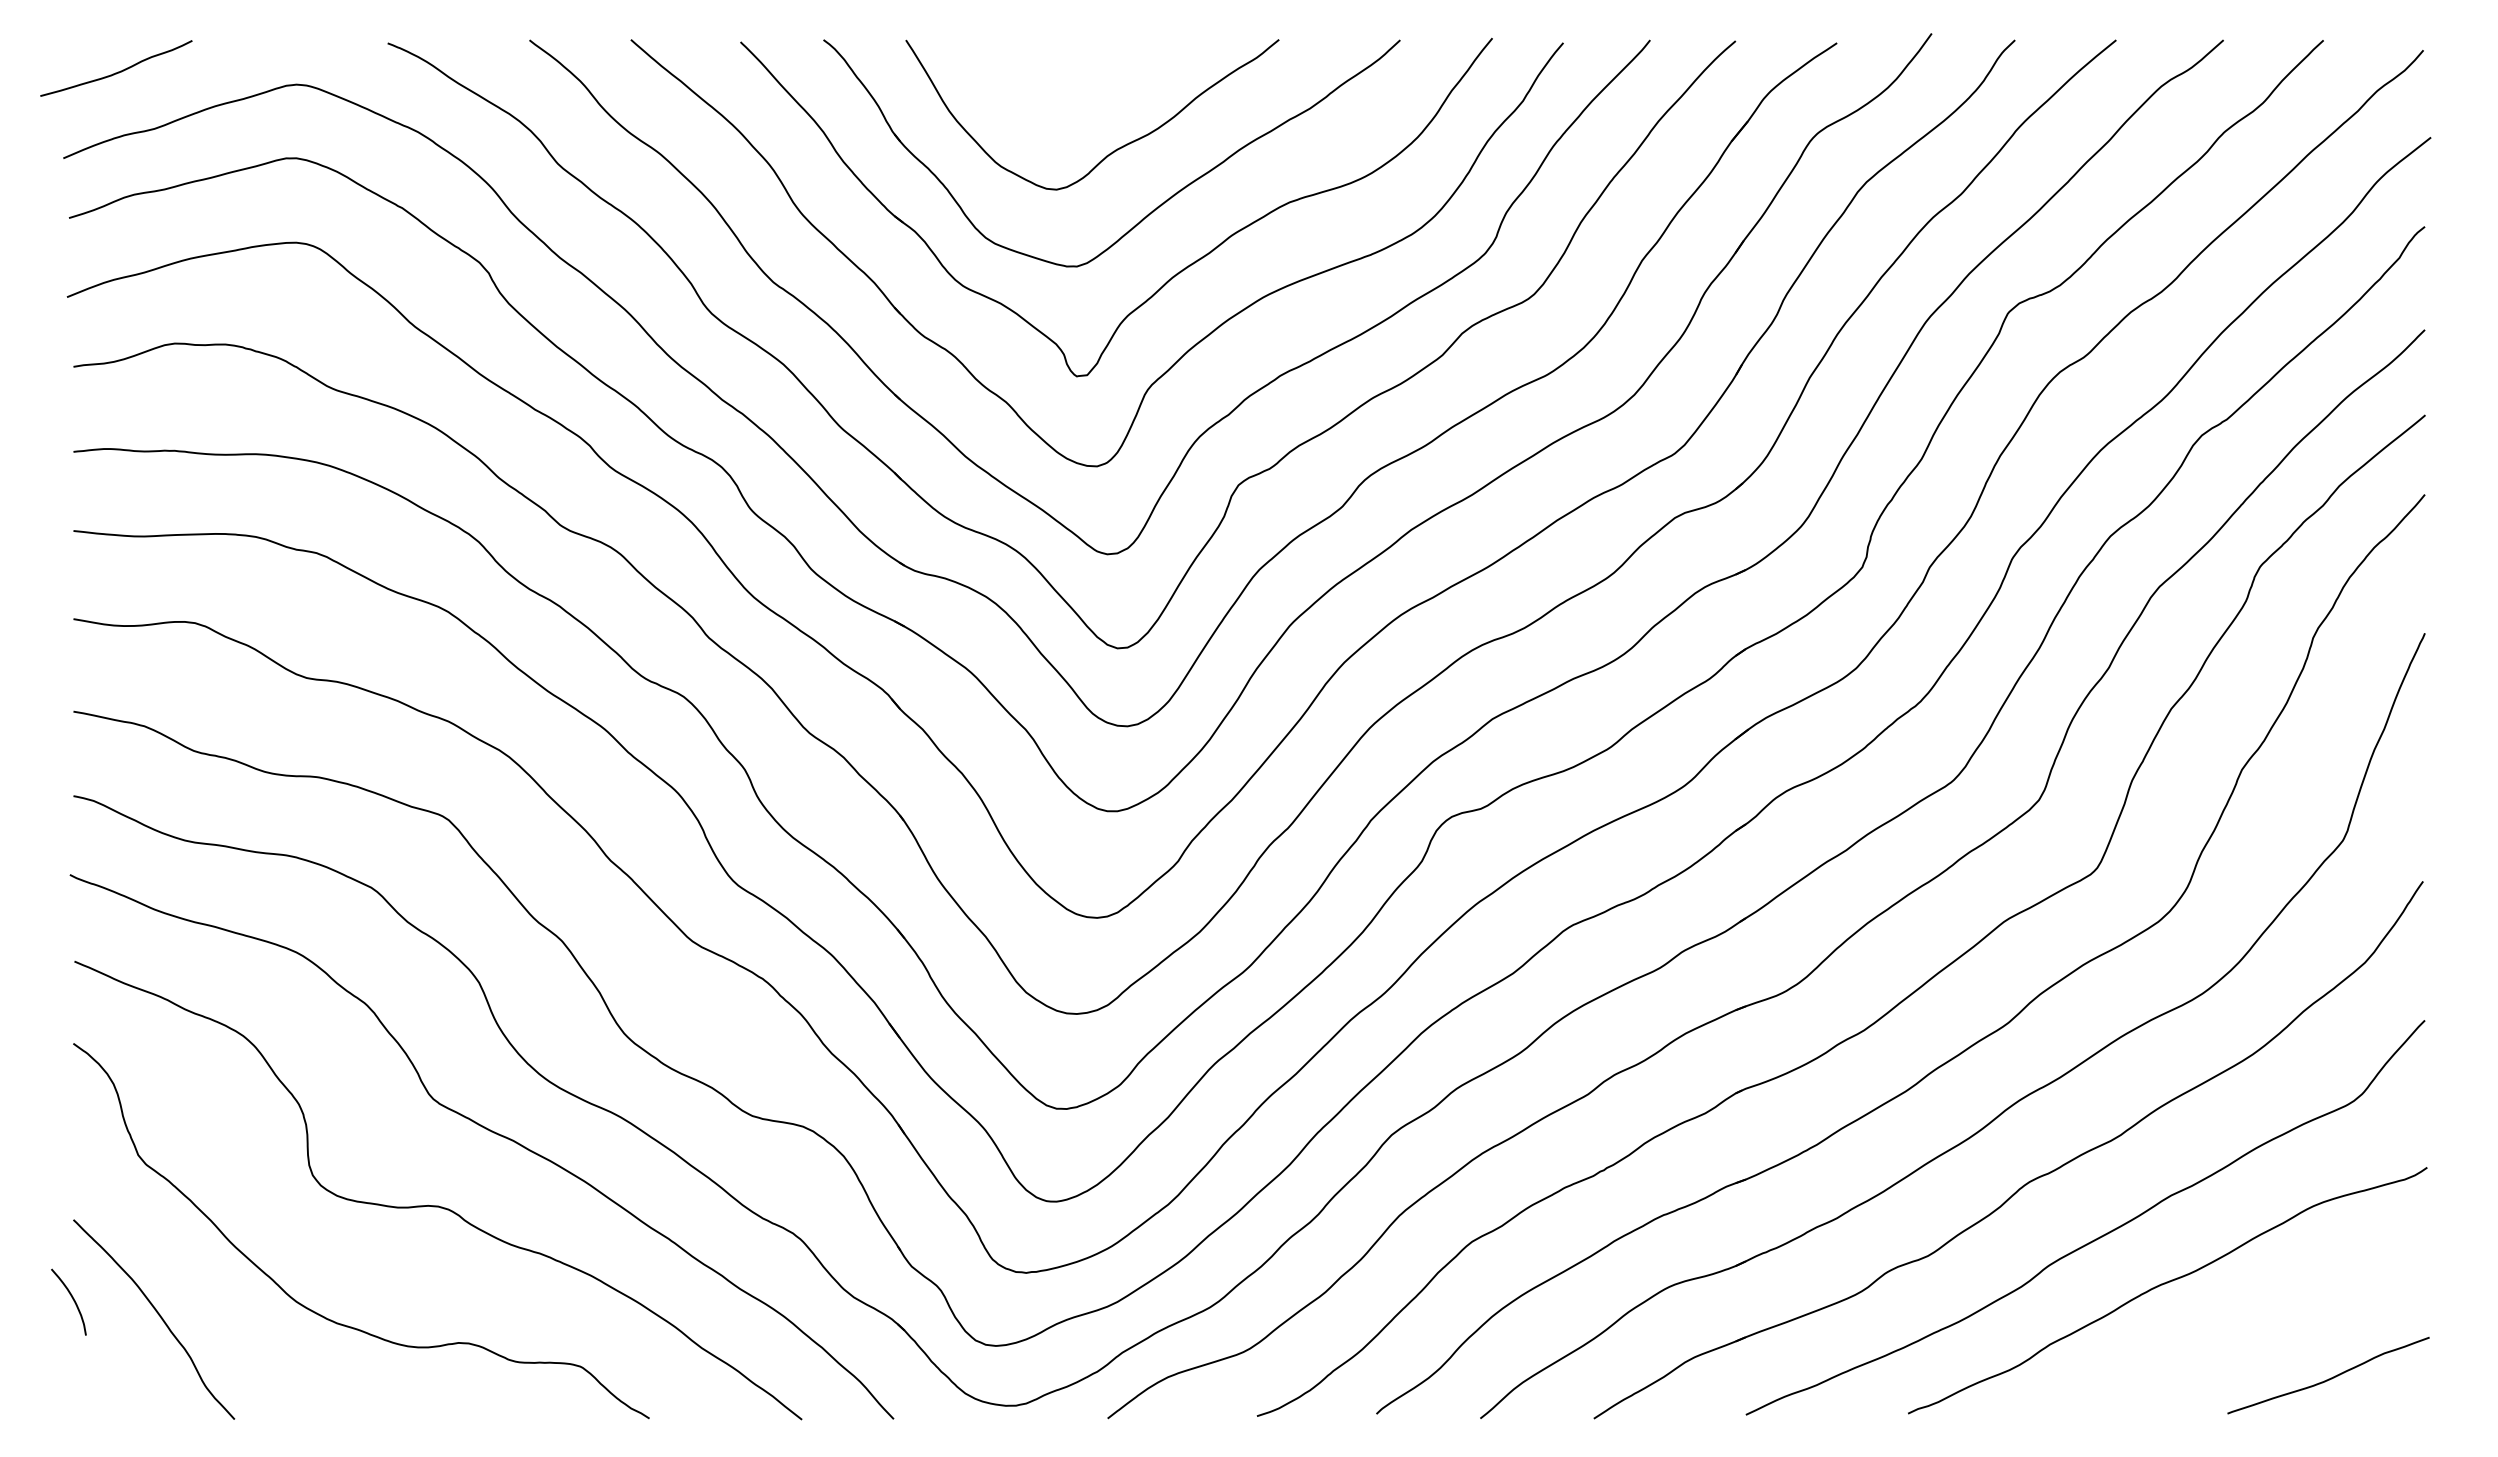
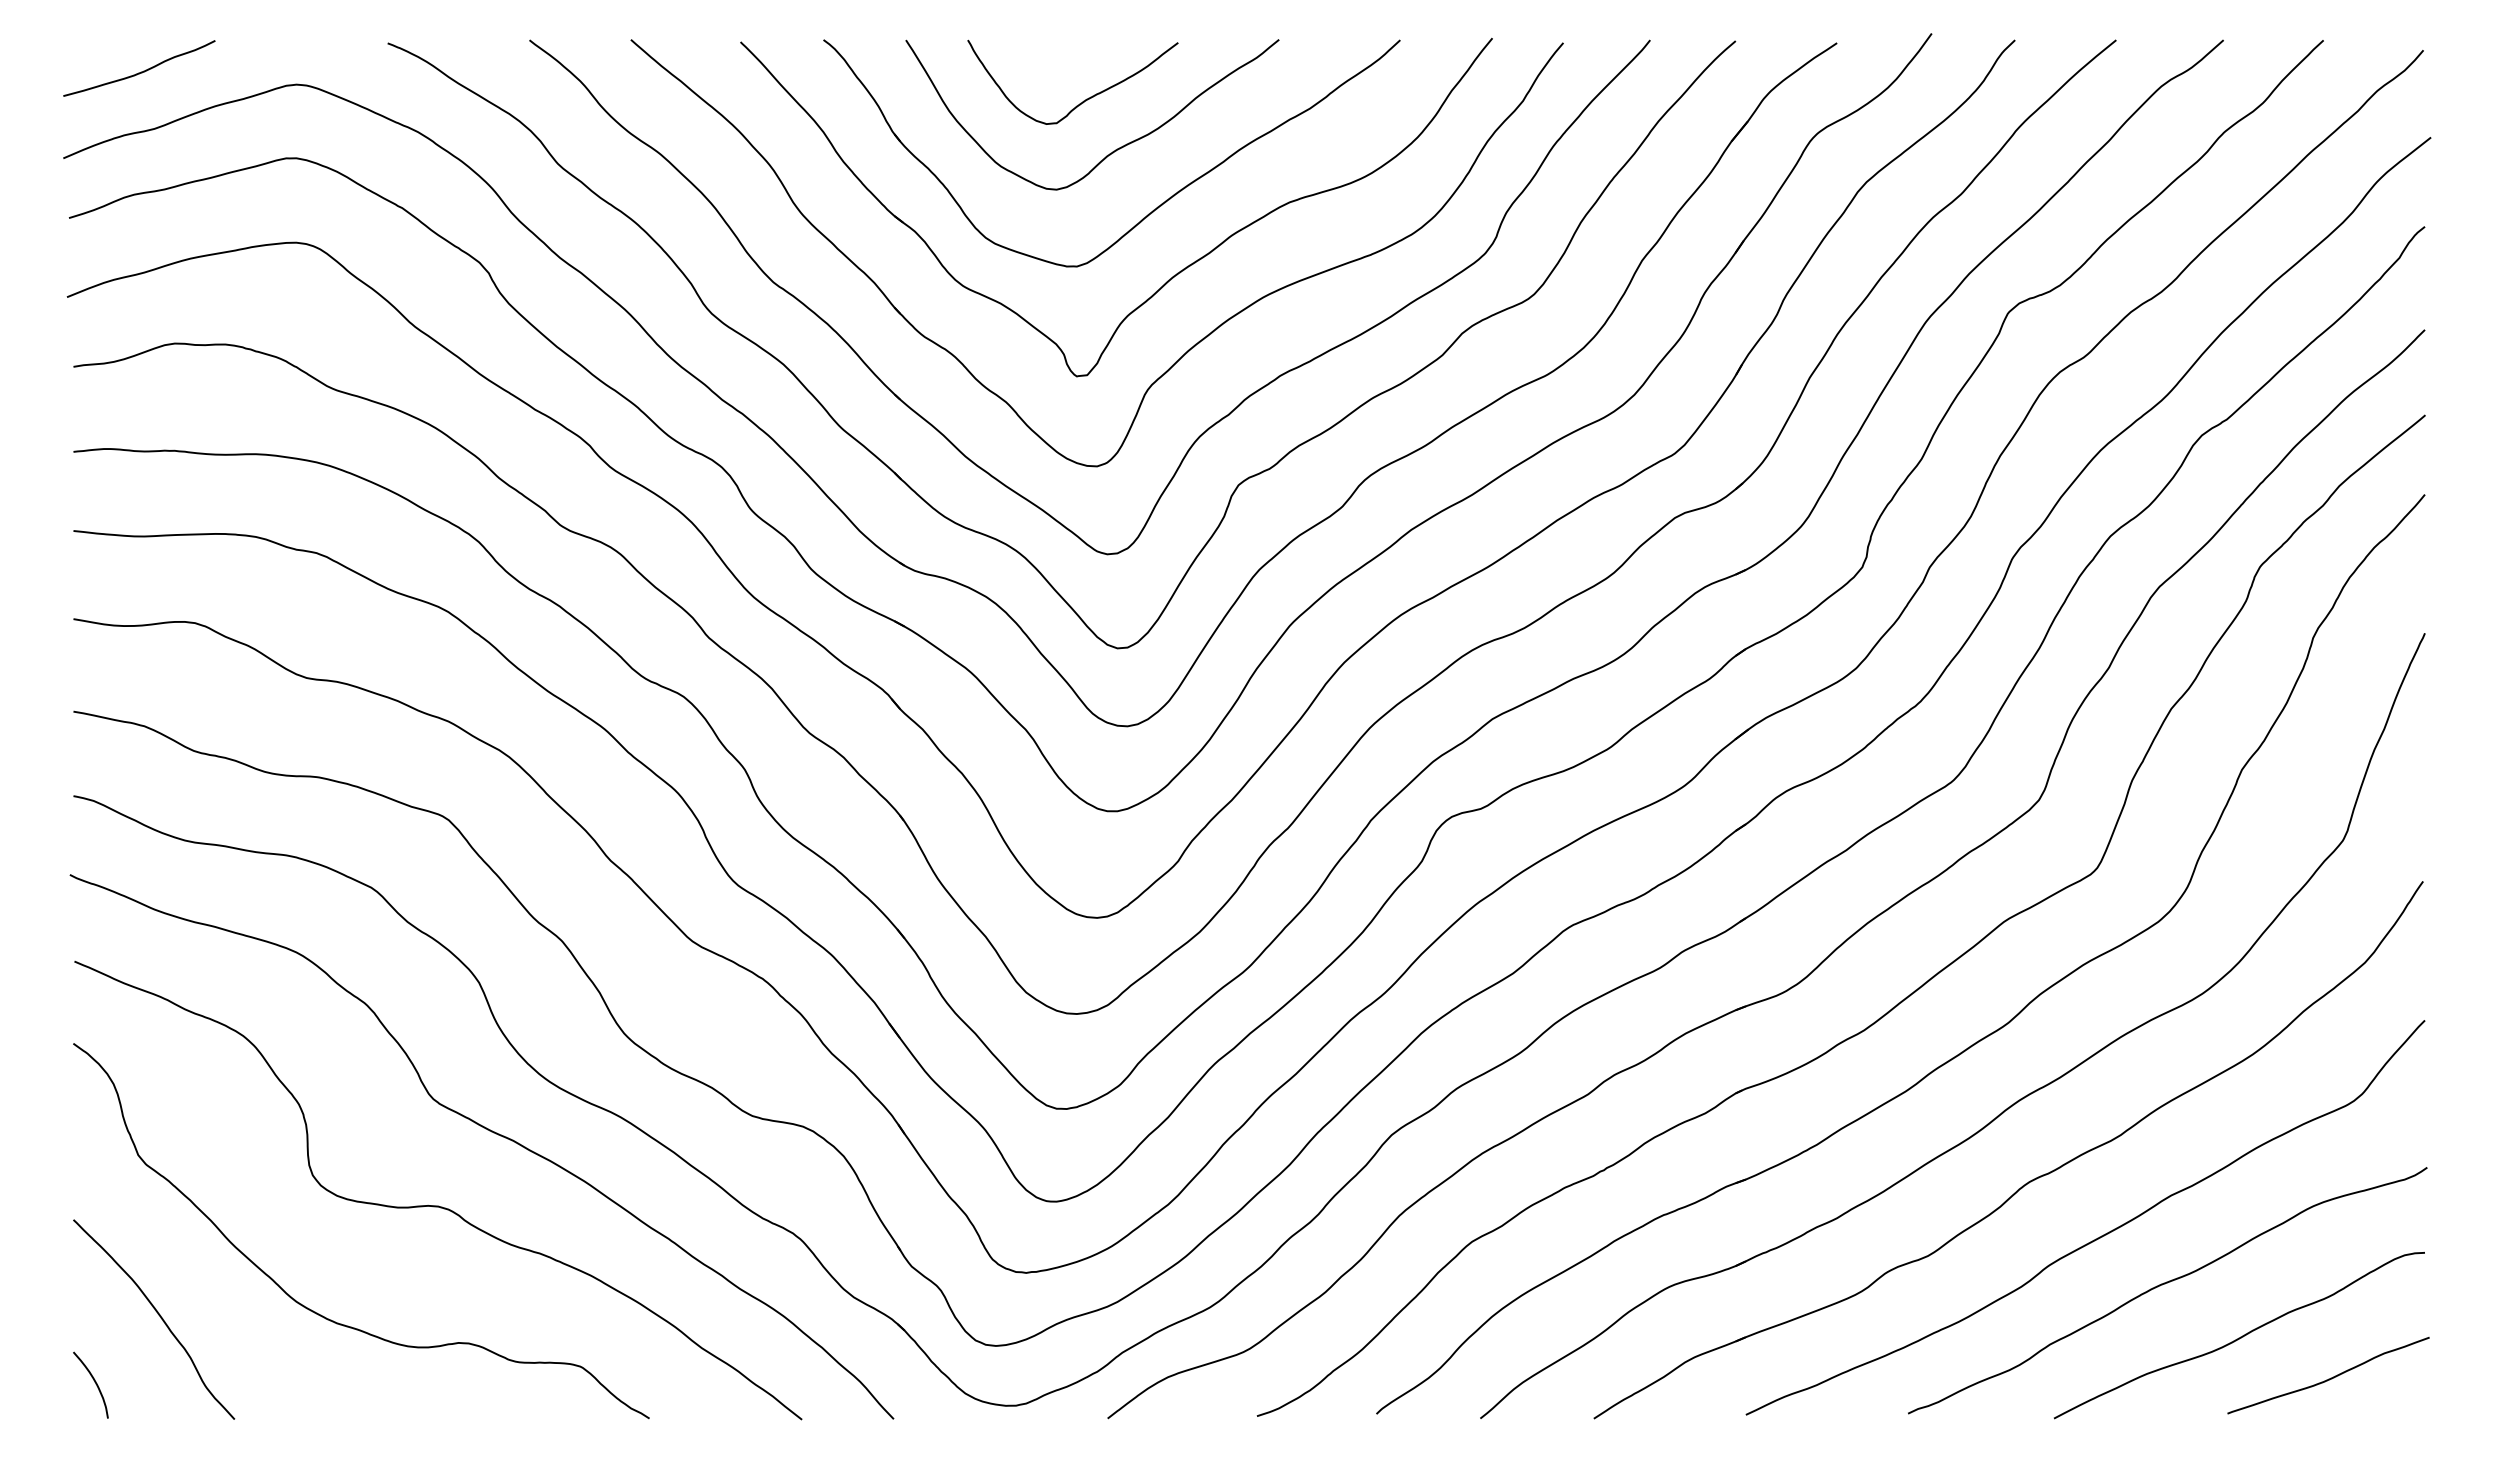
curve at (118, 71) position: (118, 71) -> (141, 71)
curve at (1083, 100): none -> present
curve at (72, 1299) position: (72, 1299) -> (94, 1382)
curve at (2238, 1337): none -> present
